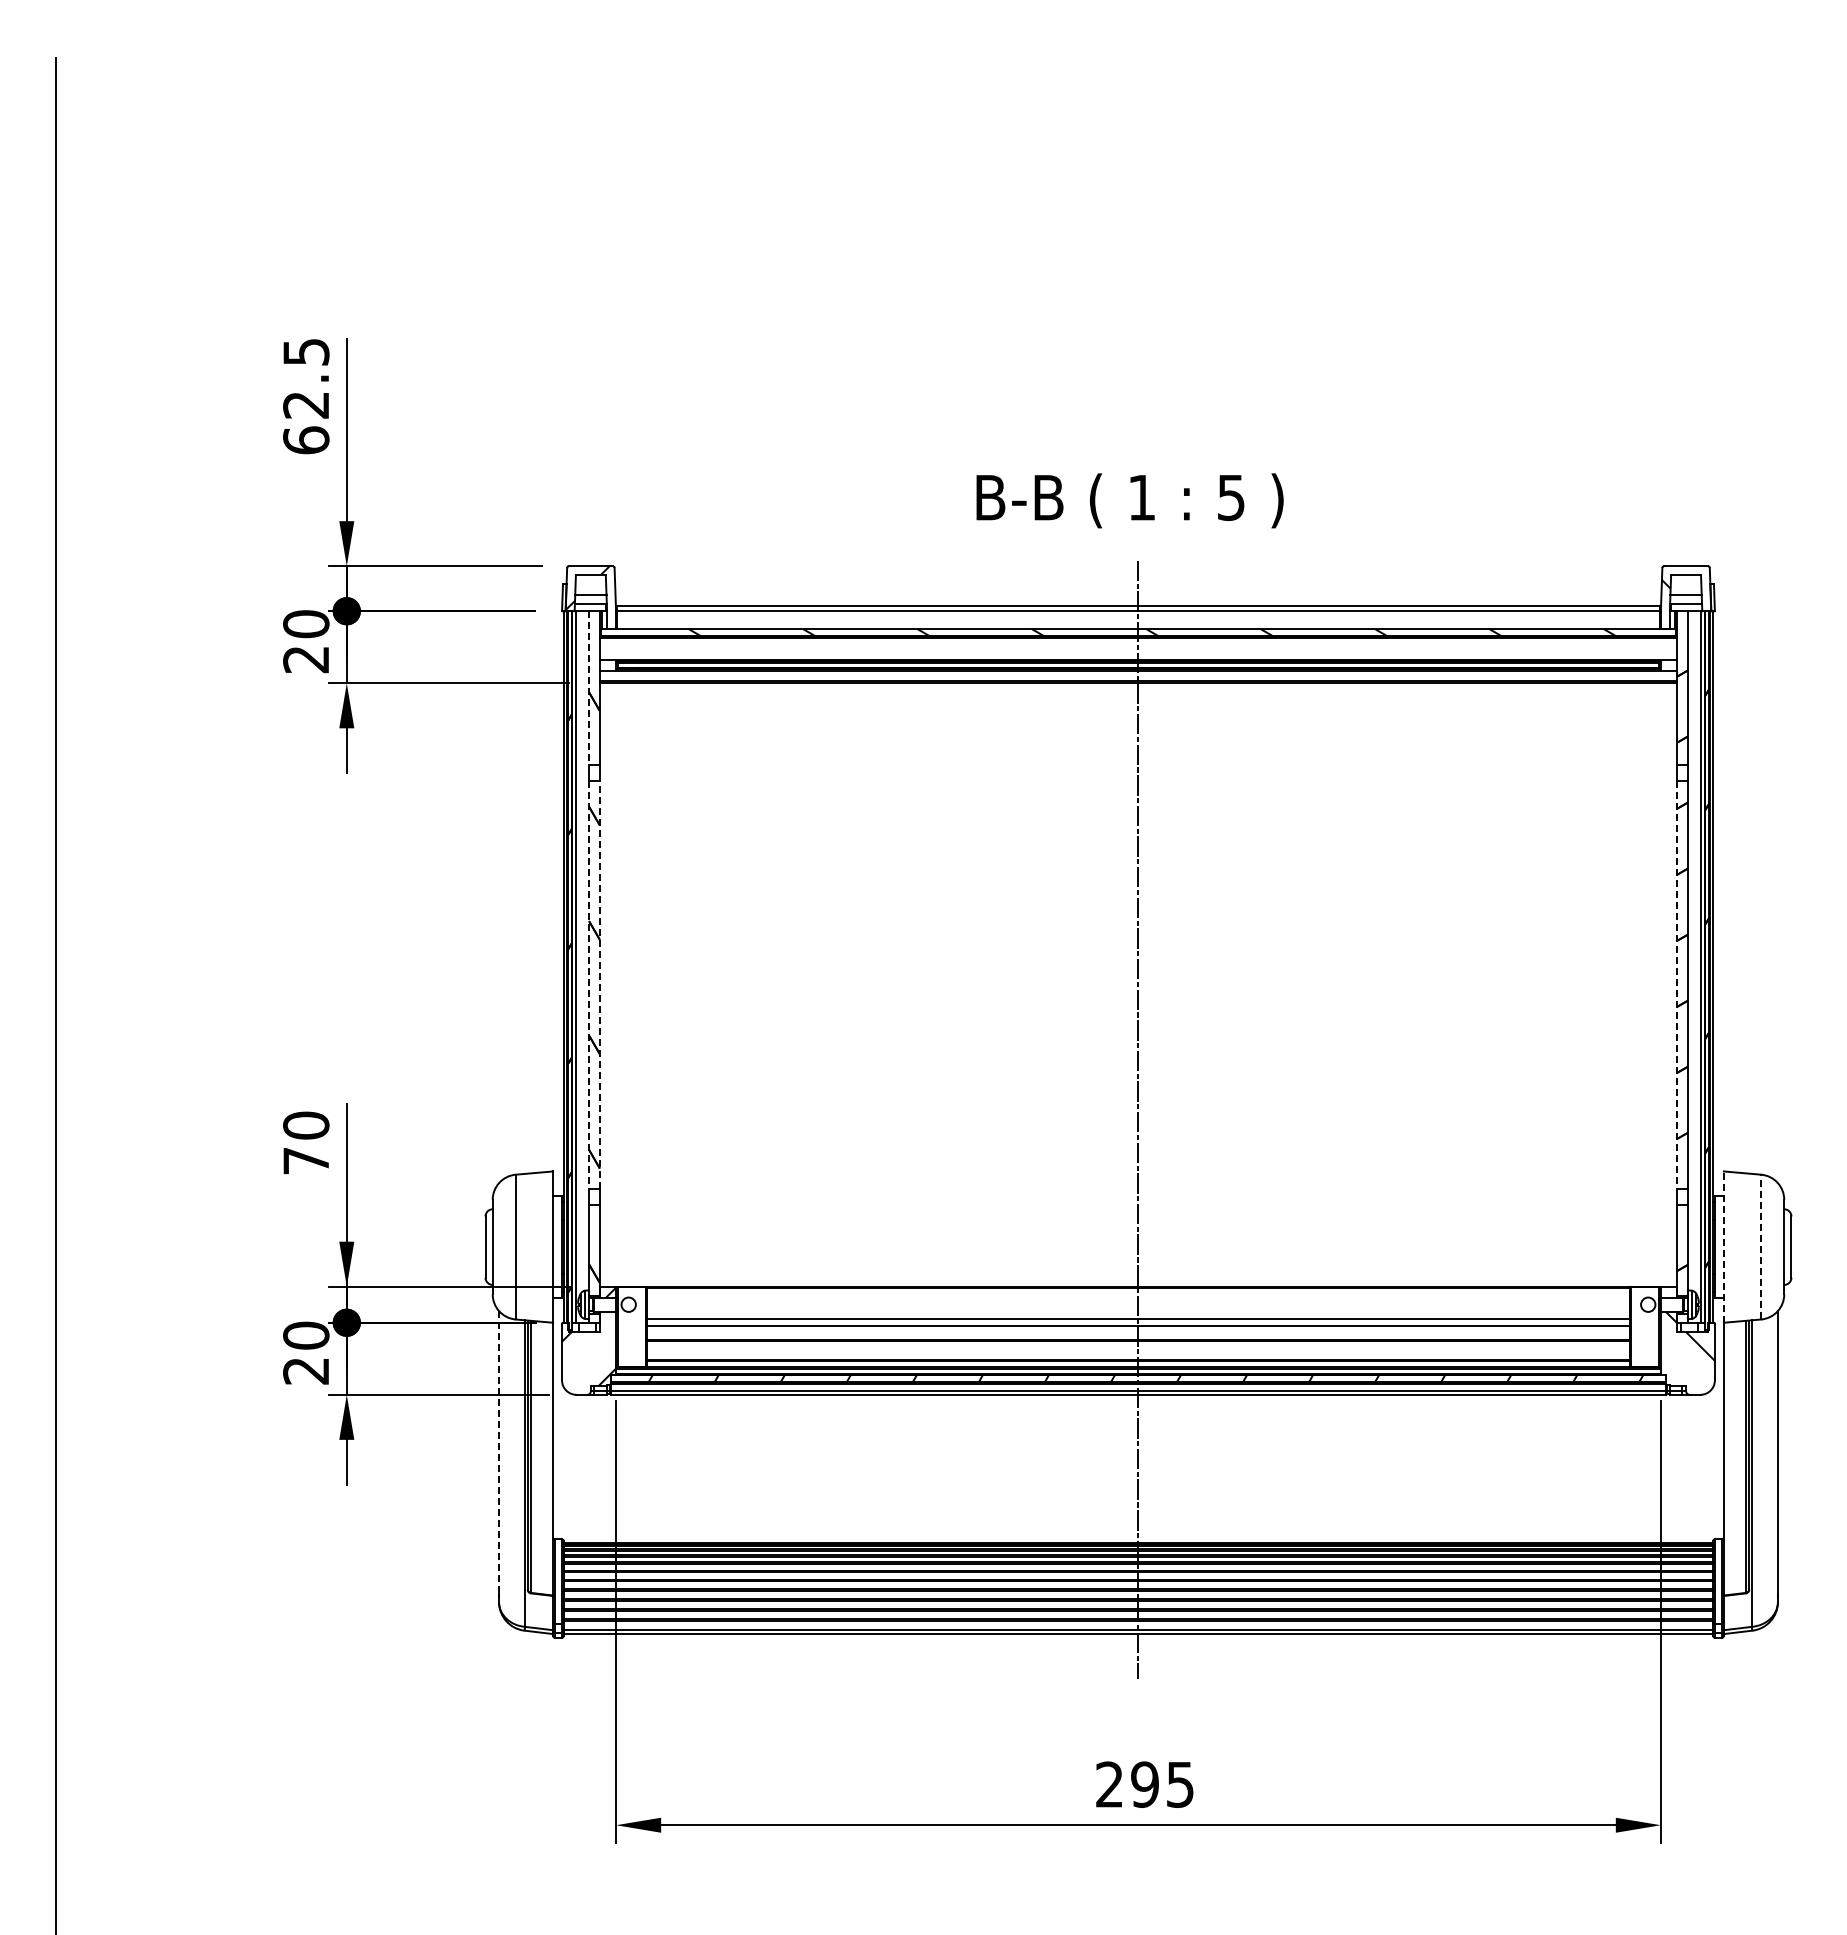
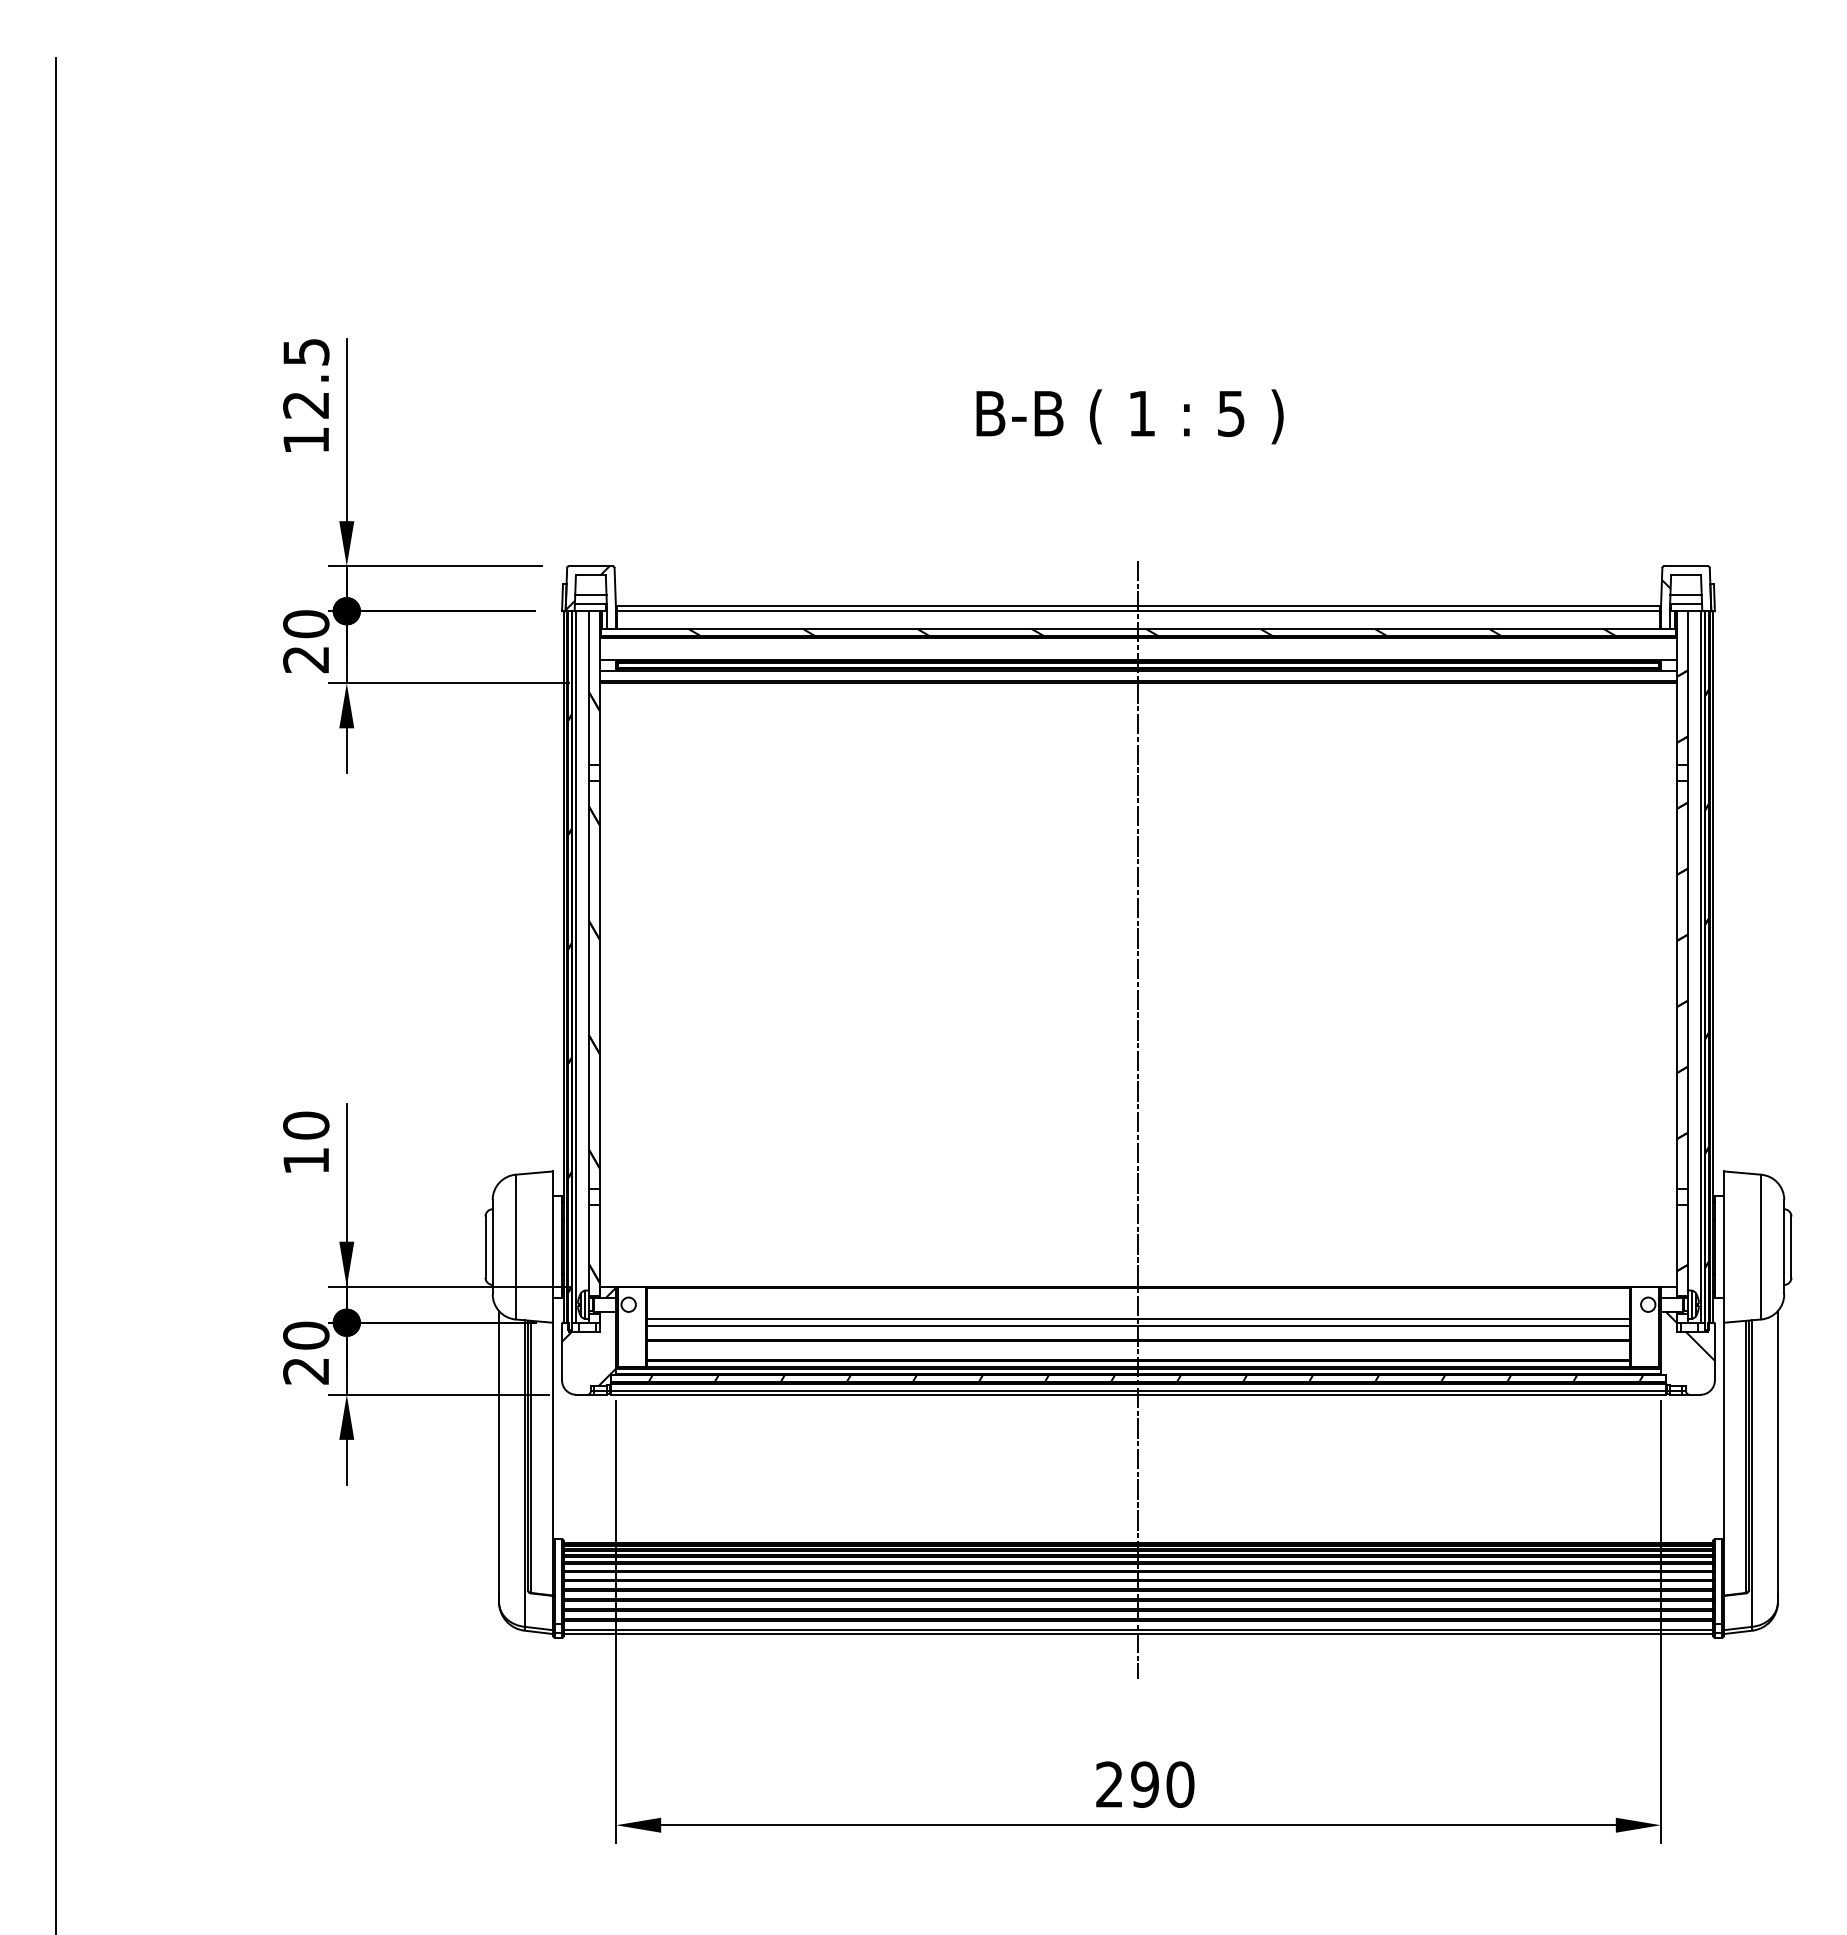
text at (306, 440): 62.5 -> 12.5
text at (1129, 500) position: (1129, 500) -> (1129, 416)
line at (589, 688): dashed -> solid
line at (589, 985): dashed -> solid
line at (599, 985): dashed -> solid
line at (1677, 985): dashed -> solid
text at (305, 1161): 70 -> 10
line at (1761, 1246): dashed -> solid
line at (1723, 1247): dashed -> solid
line at (499, 1451): dashed -> solid
text at (1180, 1784): 295 -> 290
